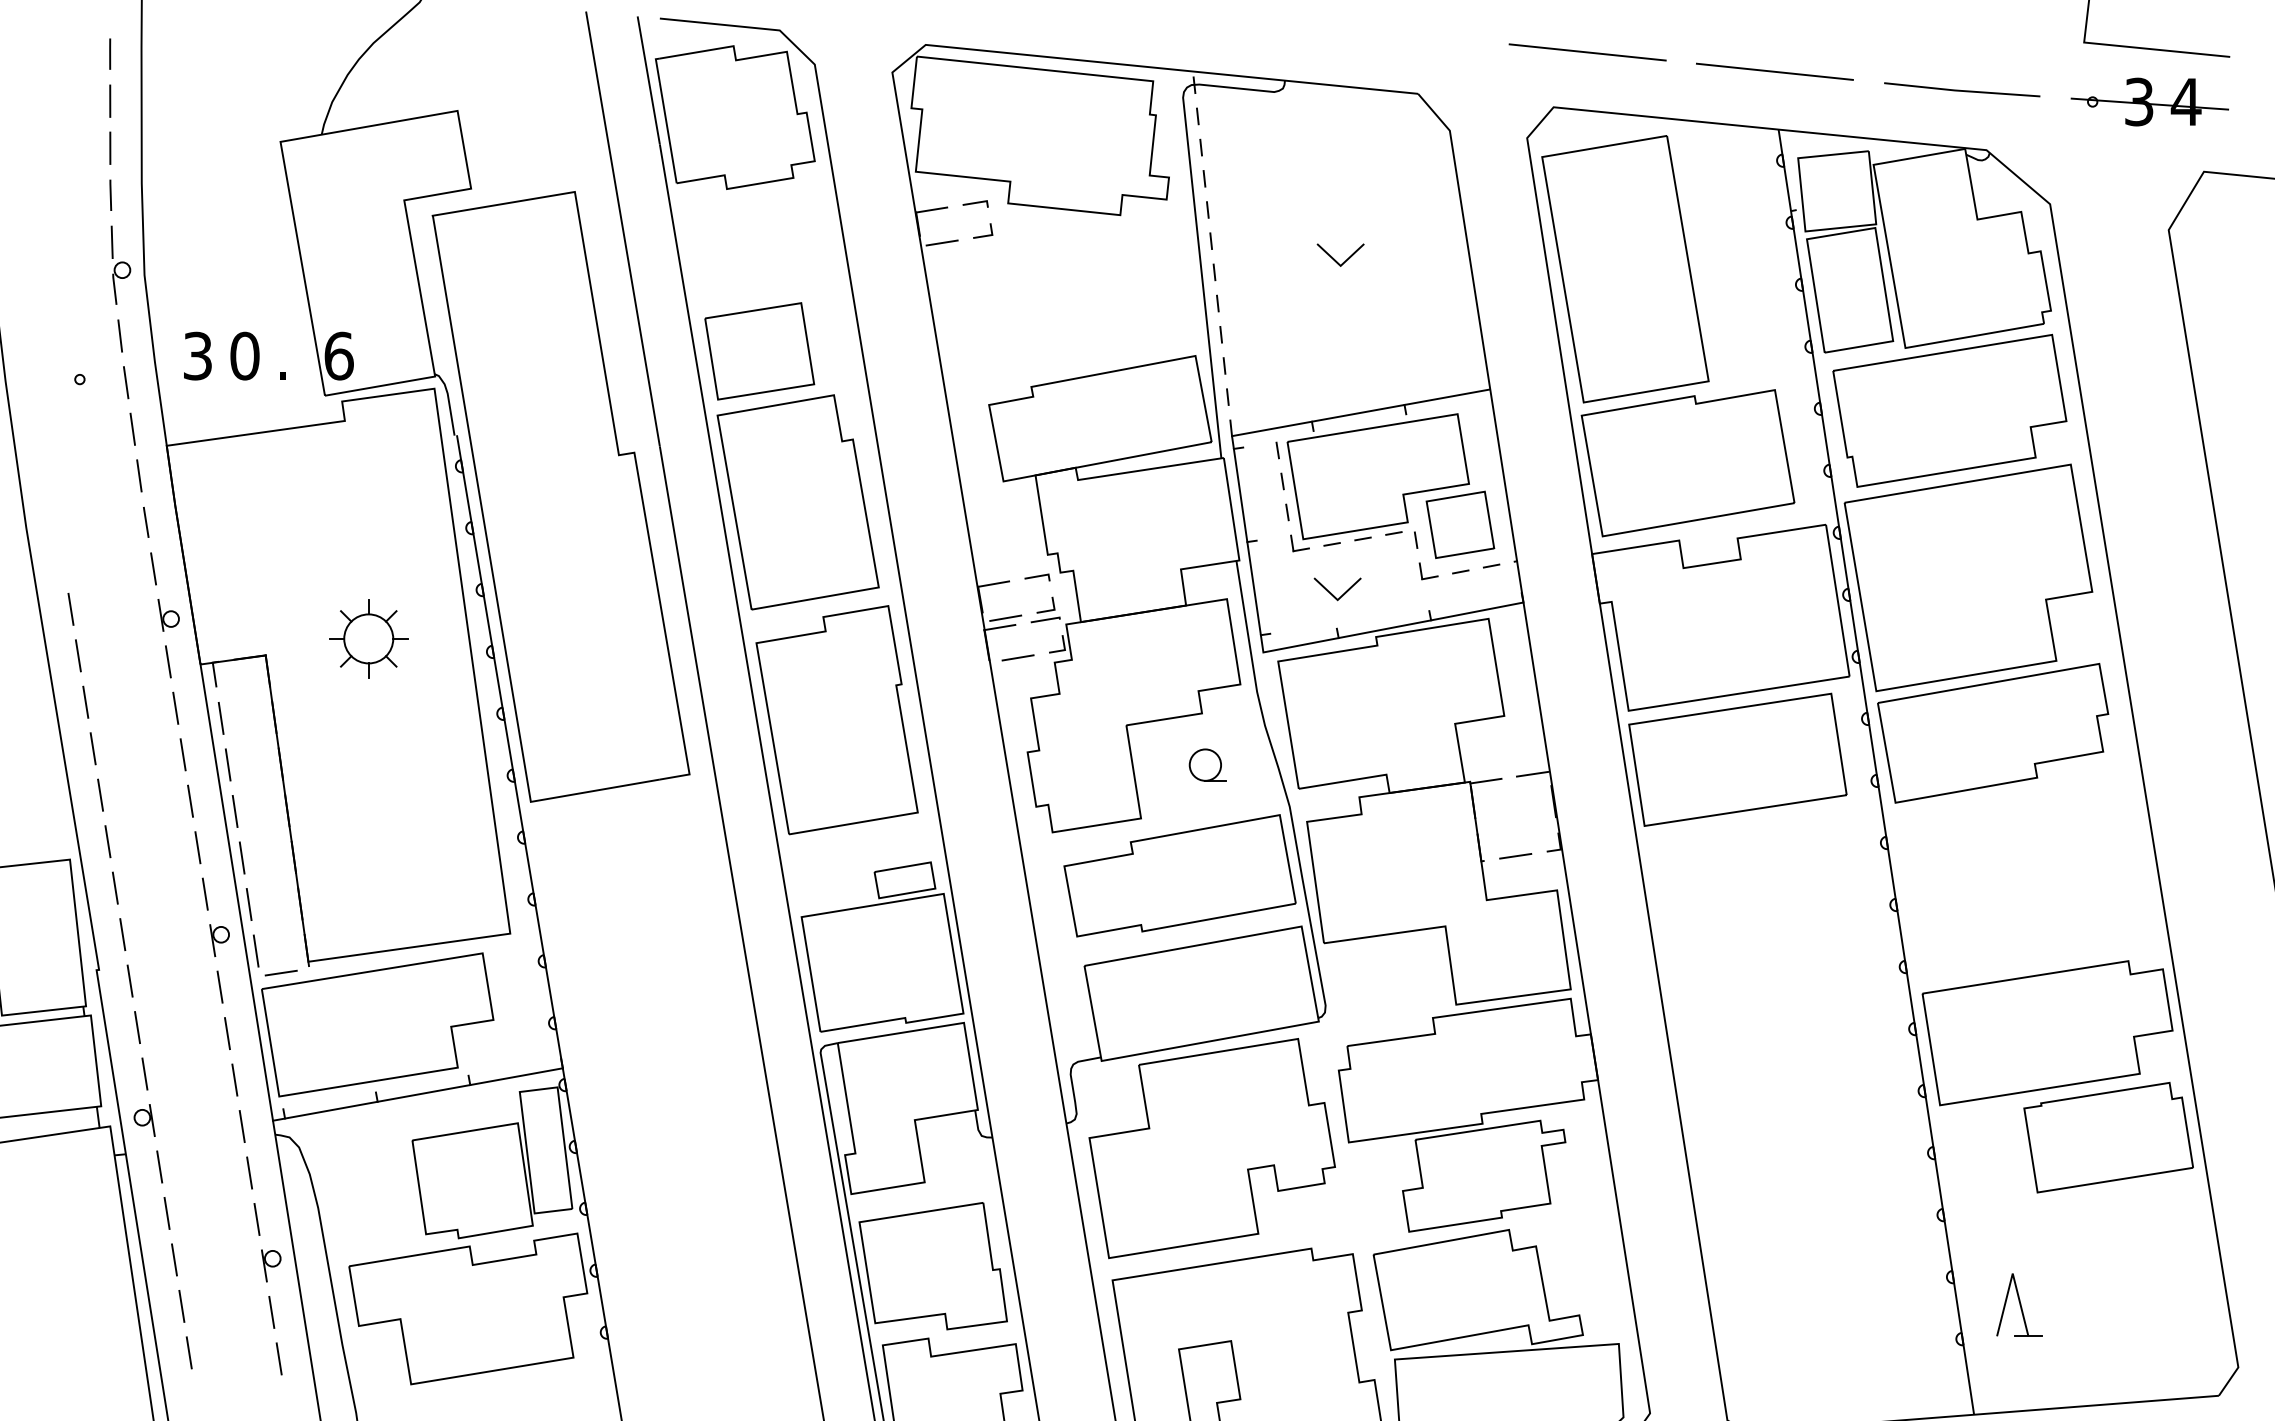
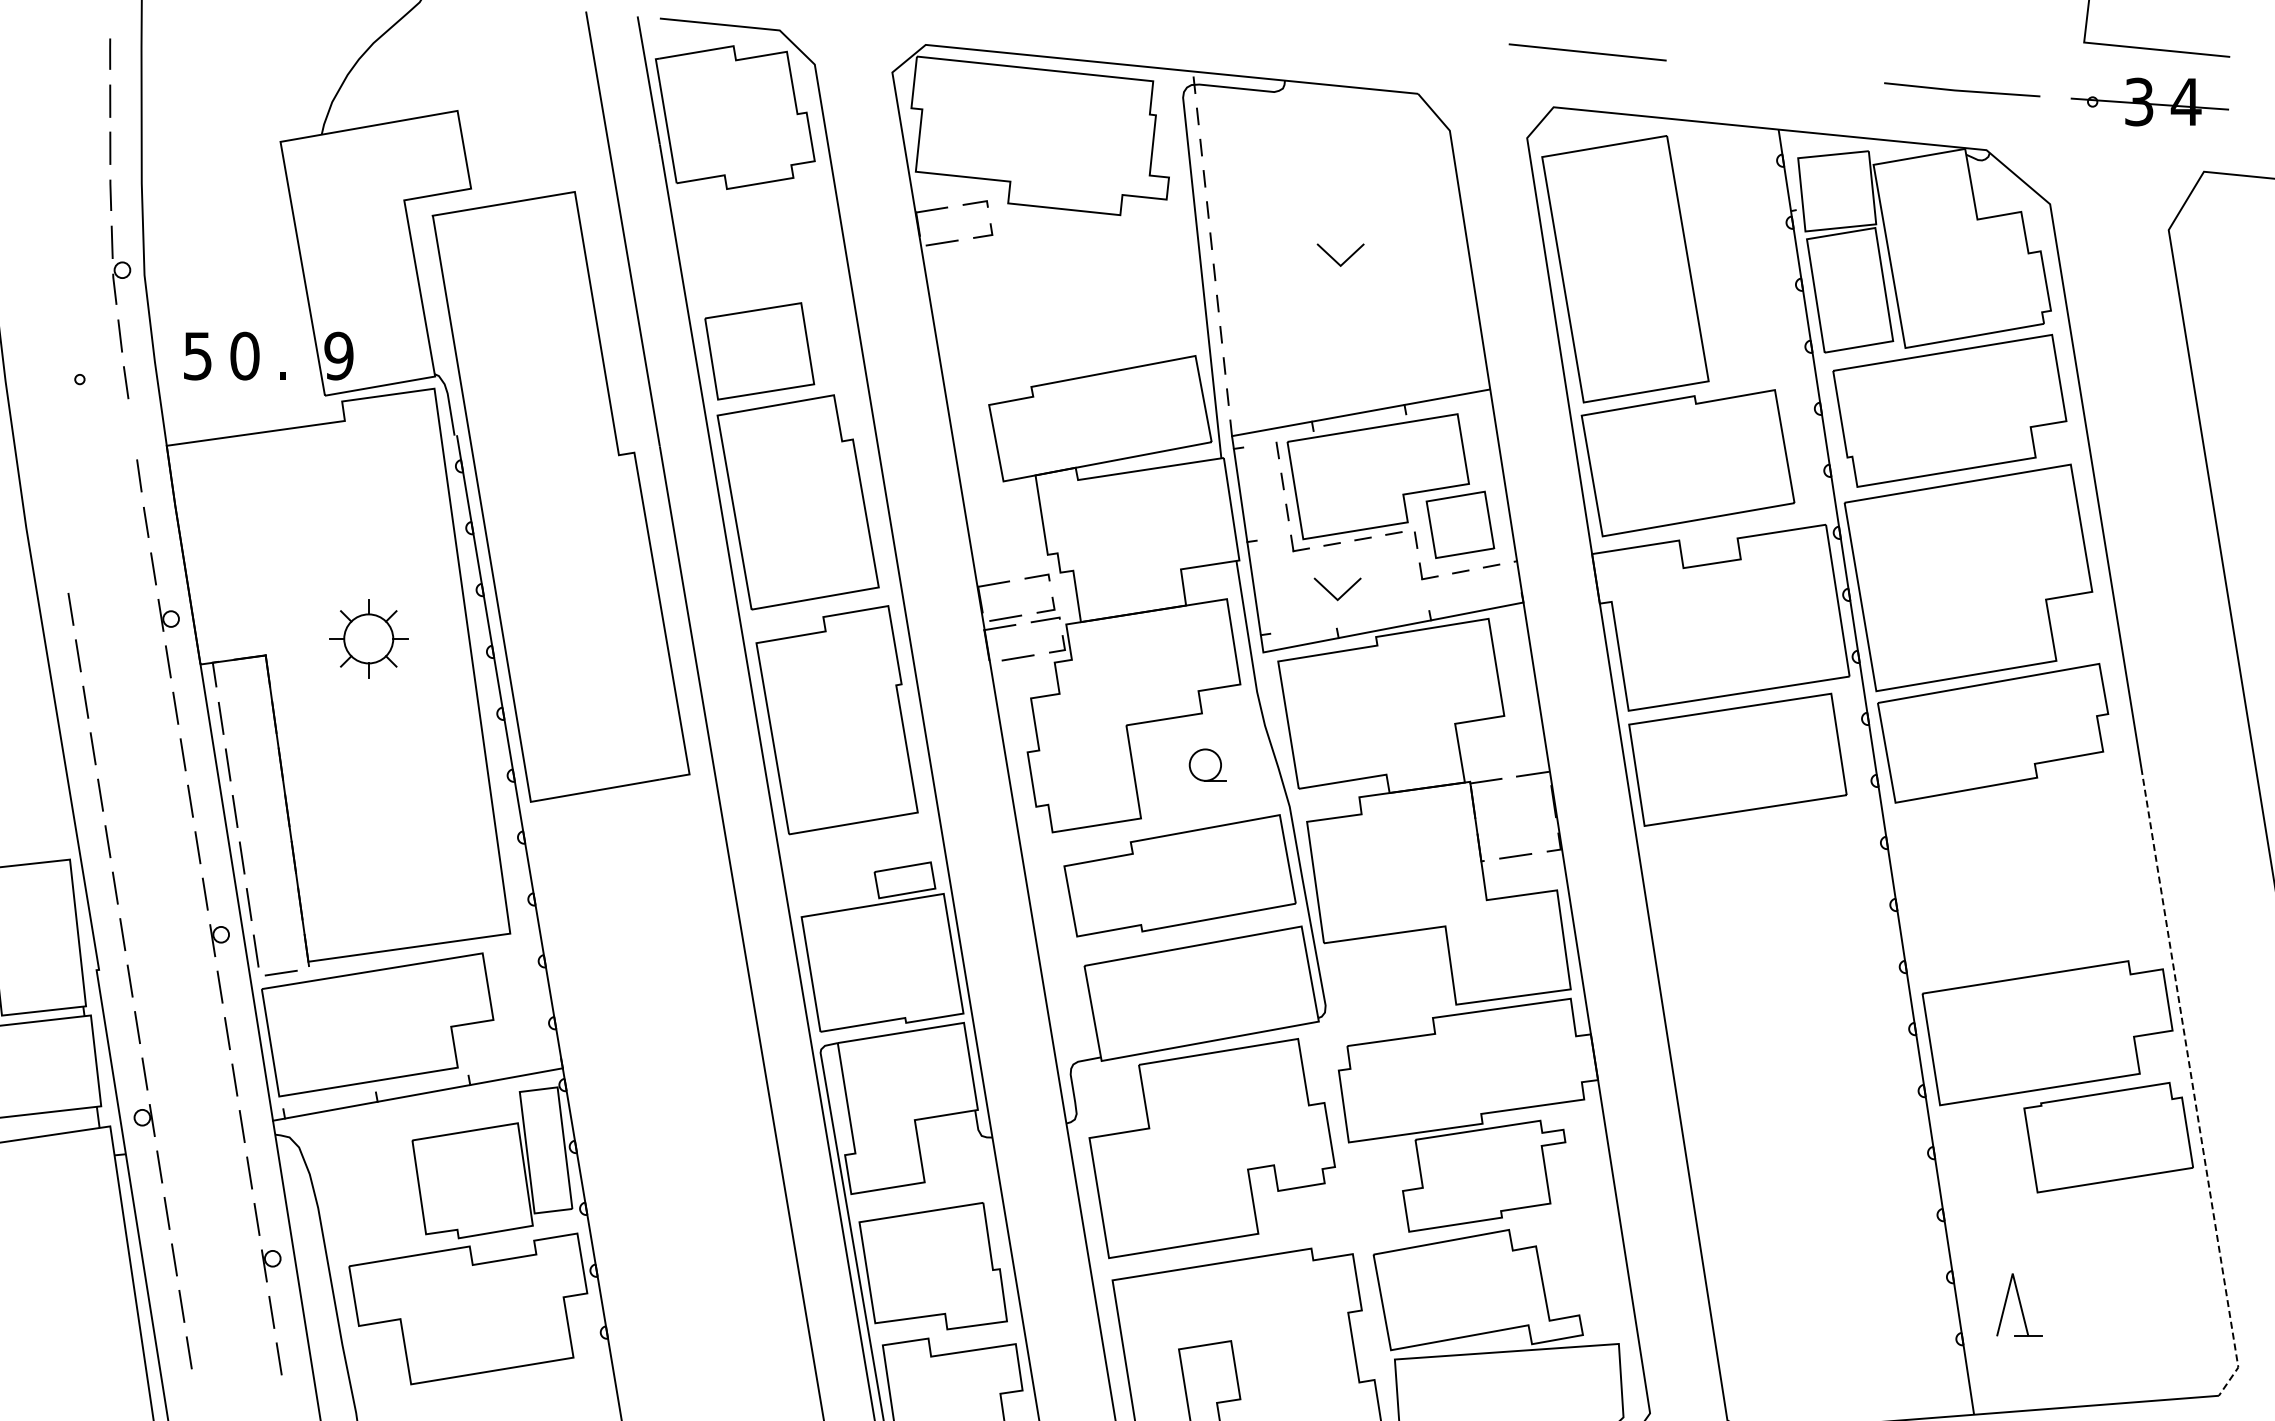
line at (1774, 71): present -> none
text at (197, 355): 3 -> 5
text at (338, 355): 6 -> 9
line at (132, 428): present -> none
line at (2192, 1085): solid -> dashed
